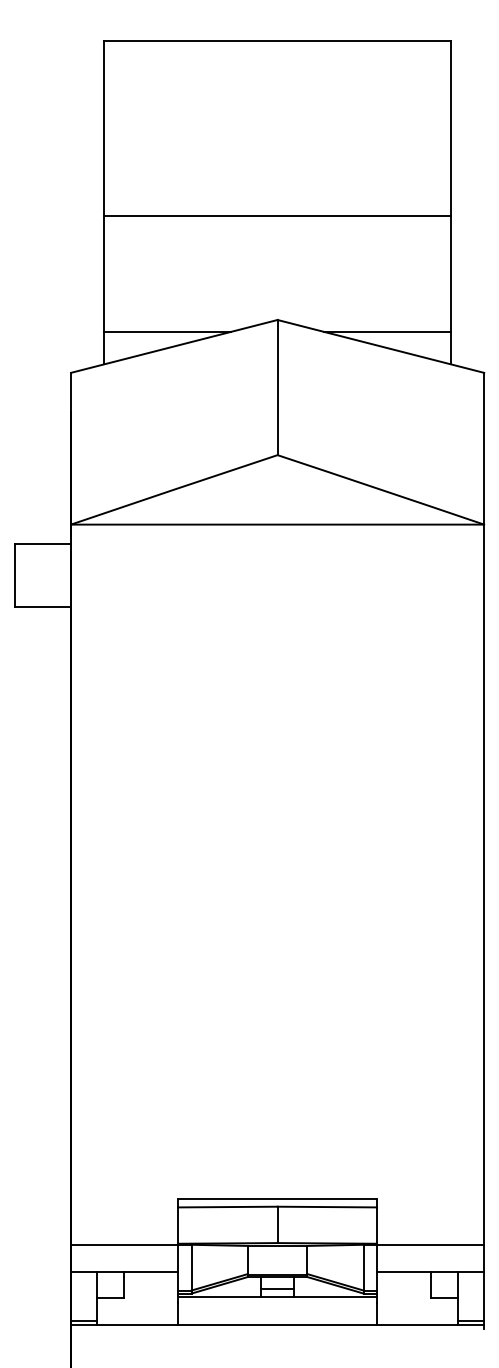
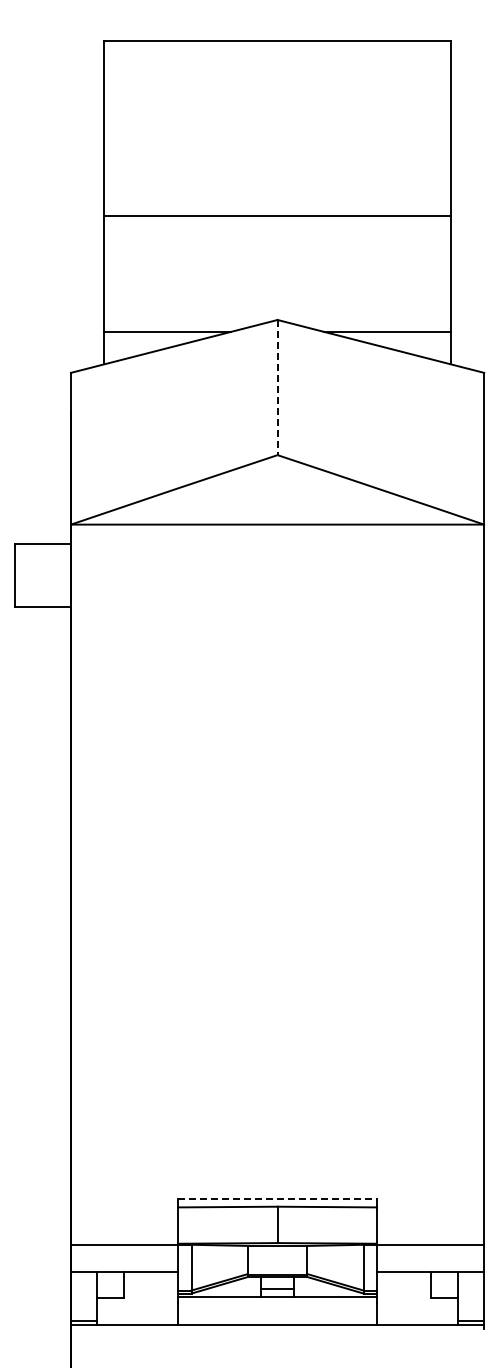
line at (277, 387): solid -> dashed
line at (278, 1199): solid -> dashed
